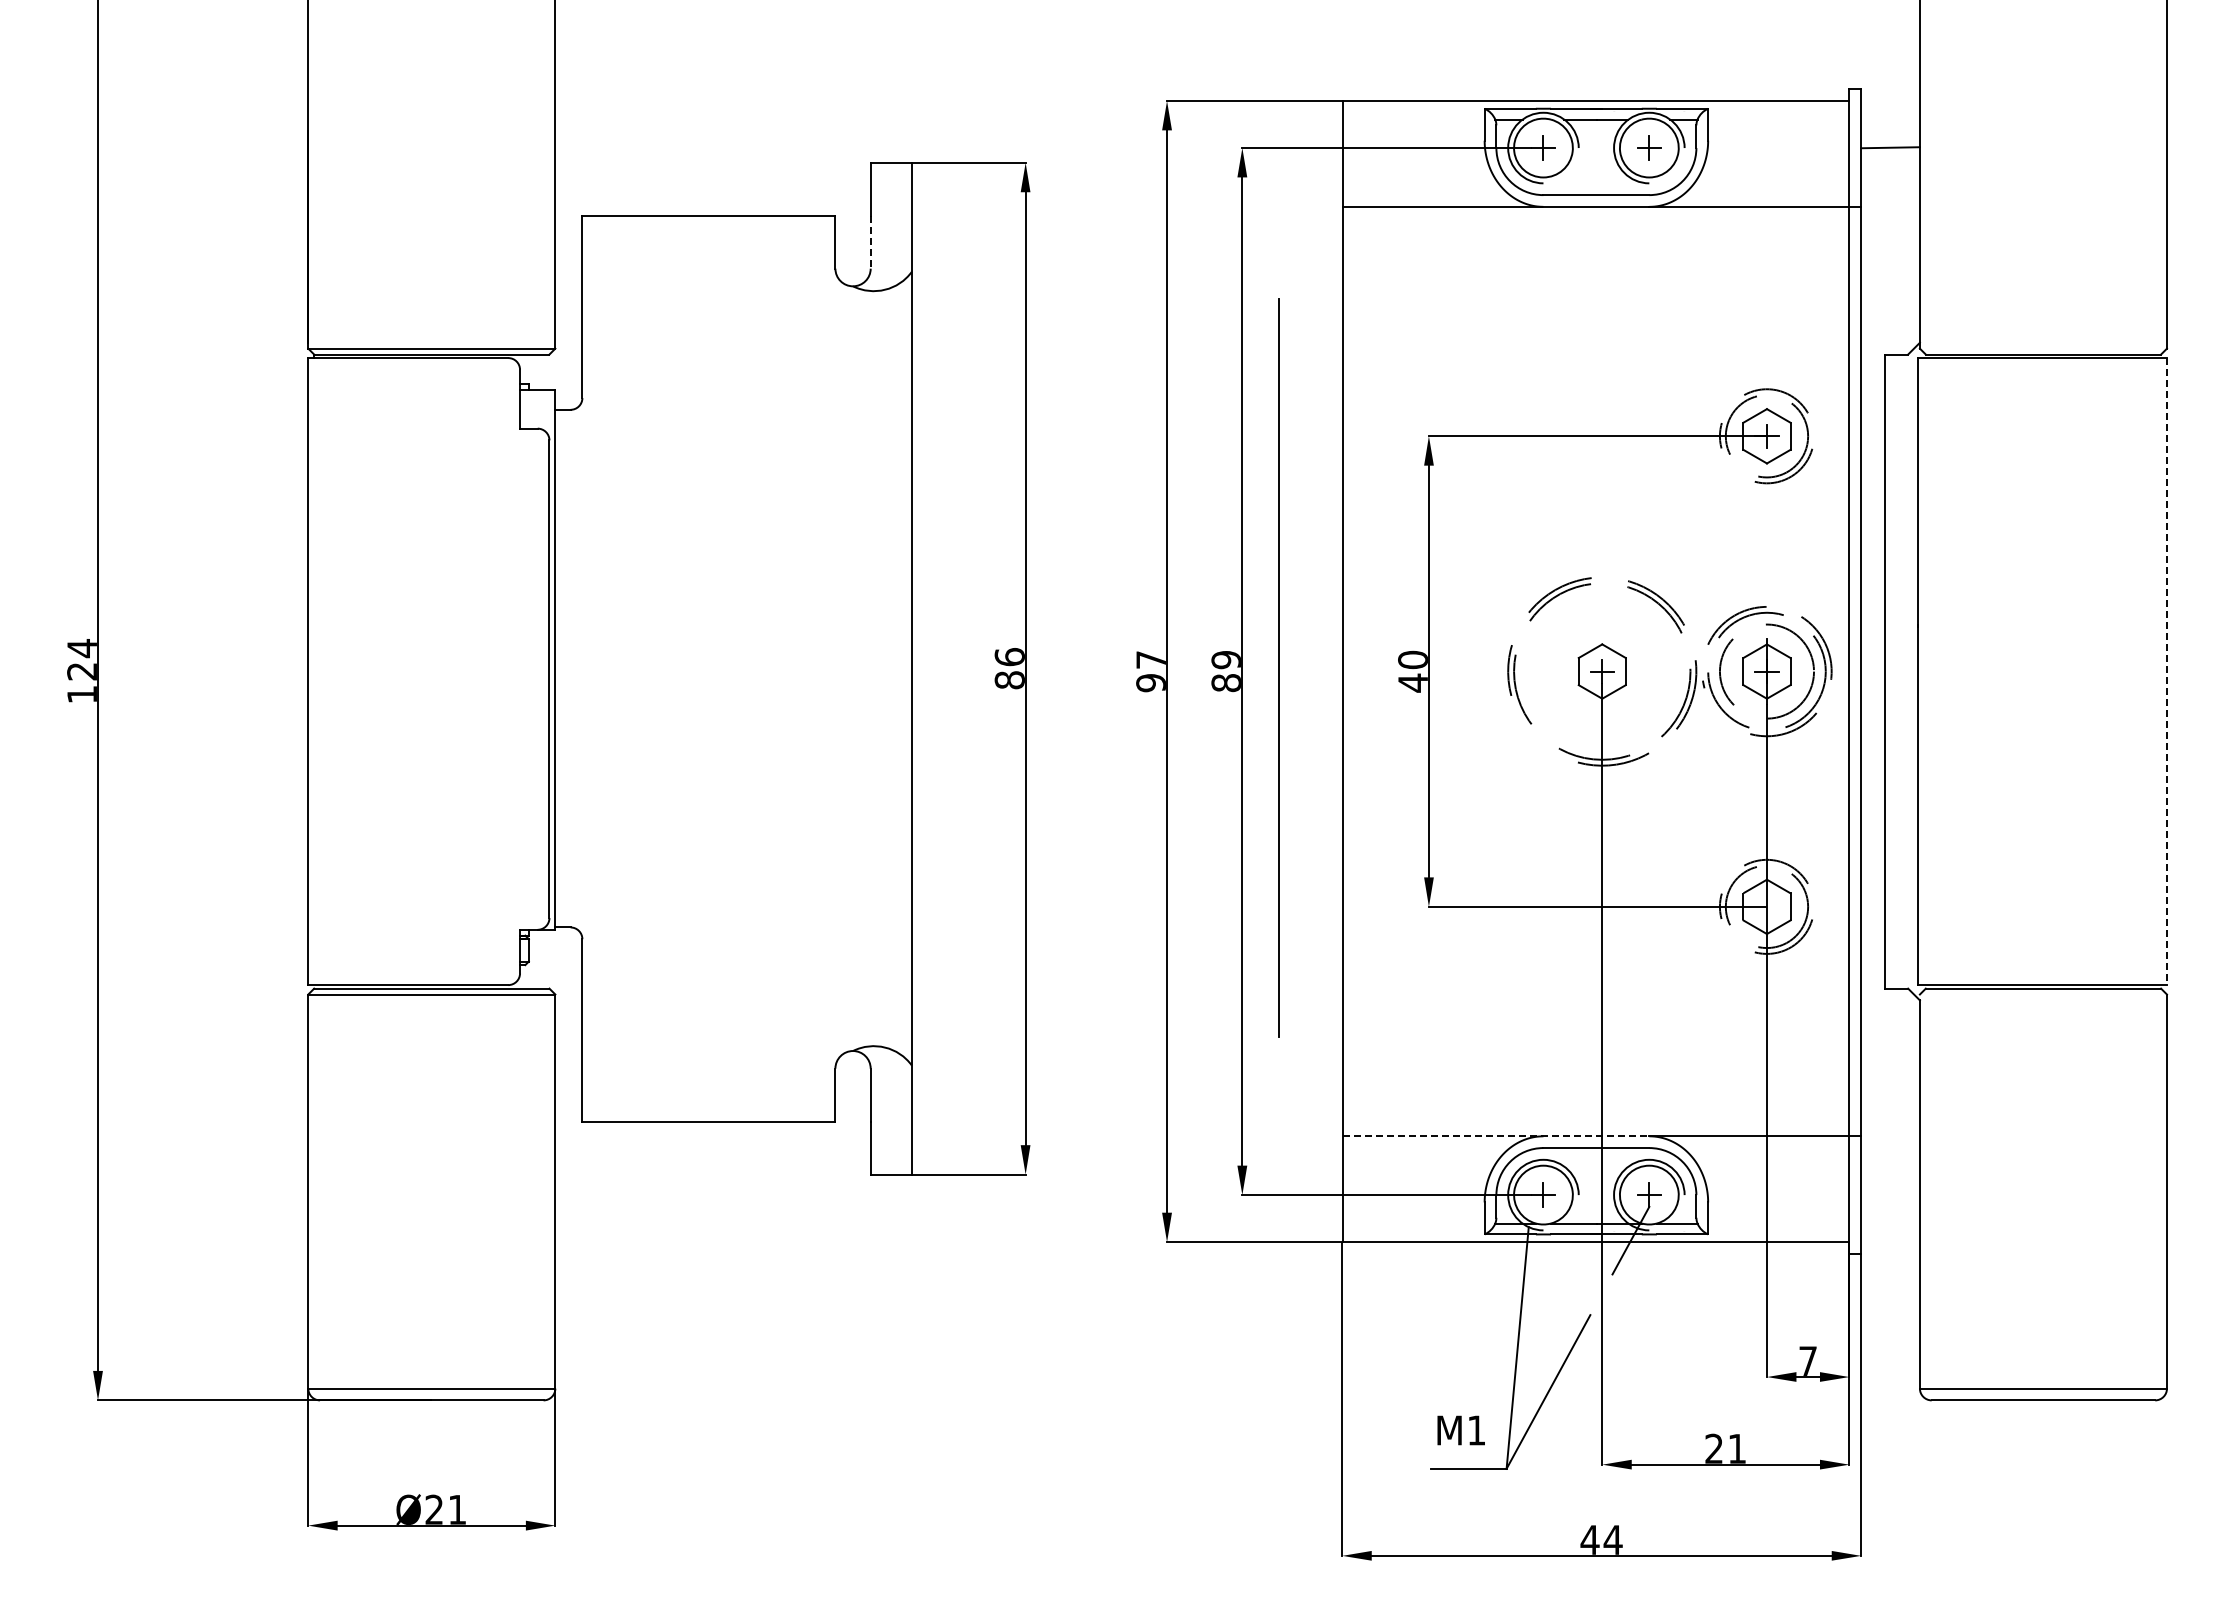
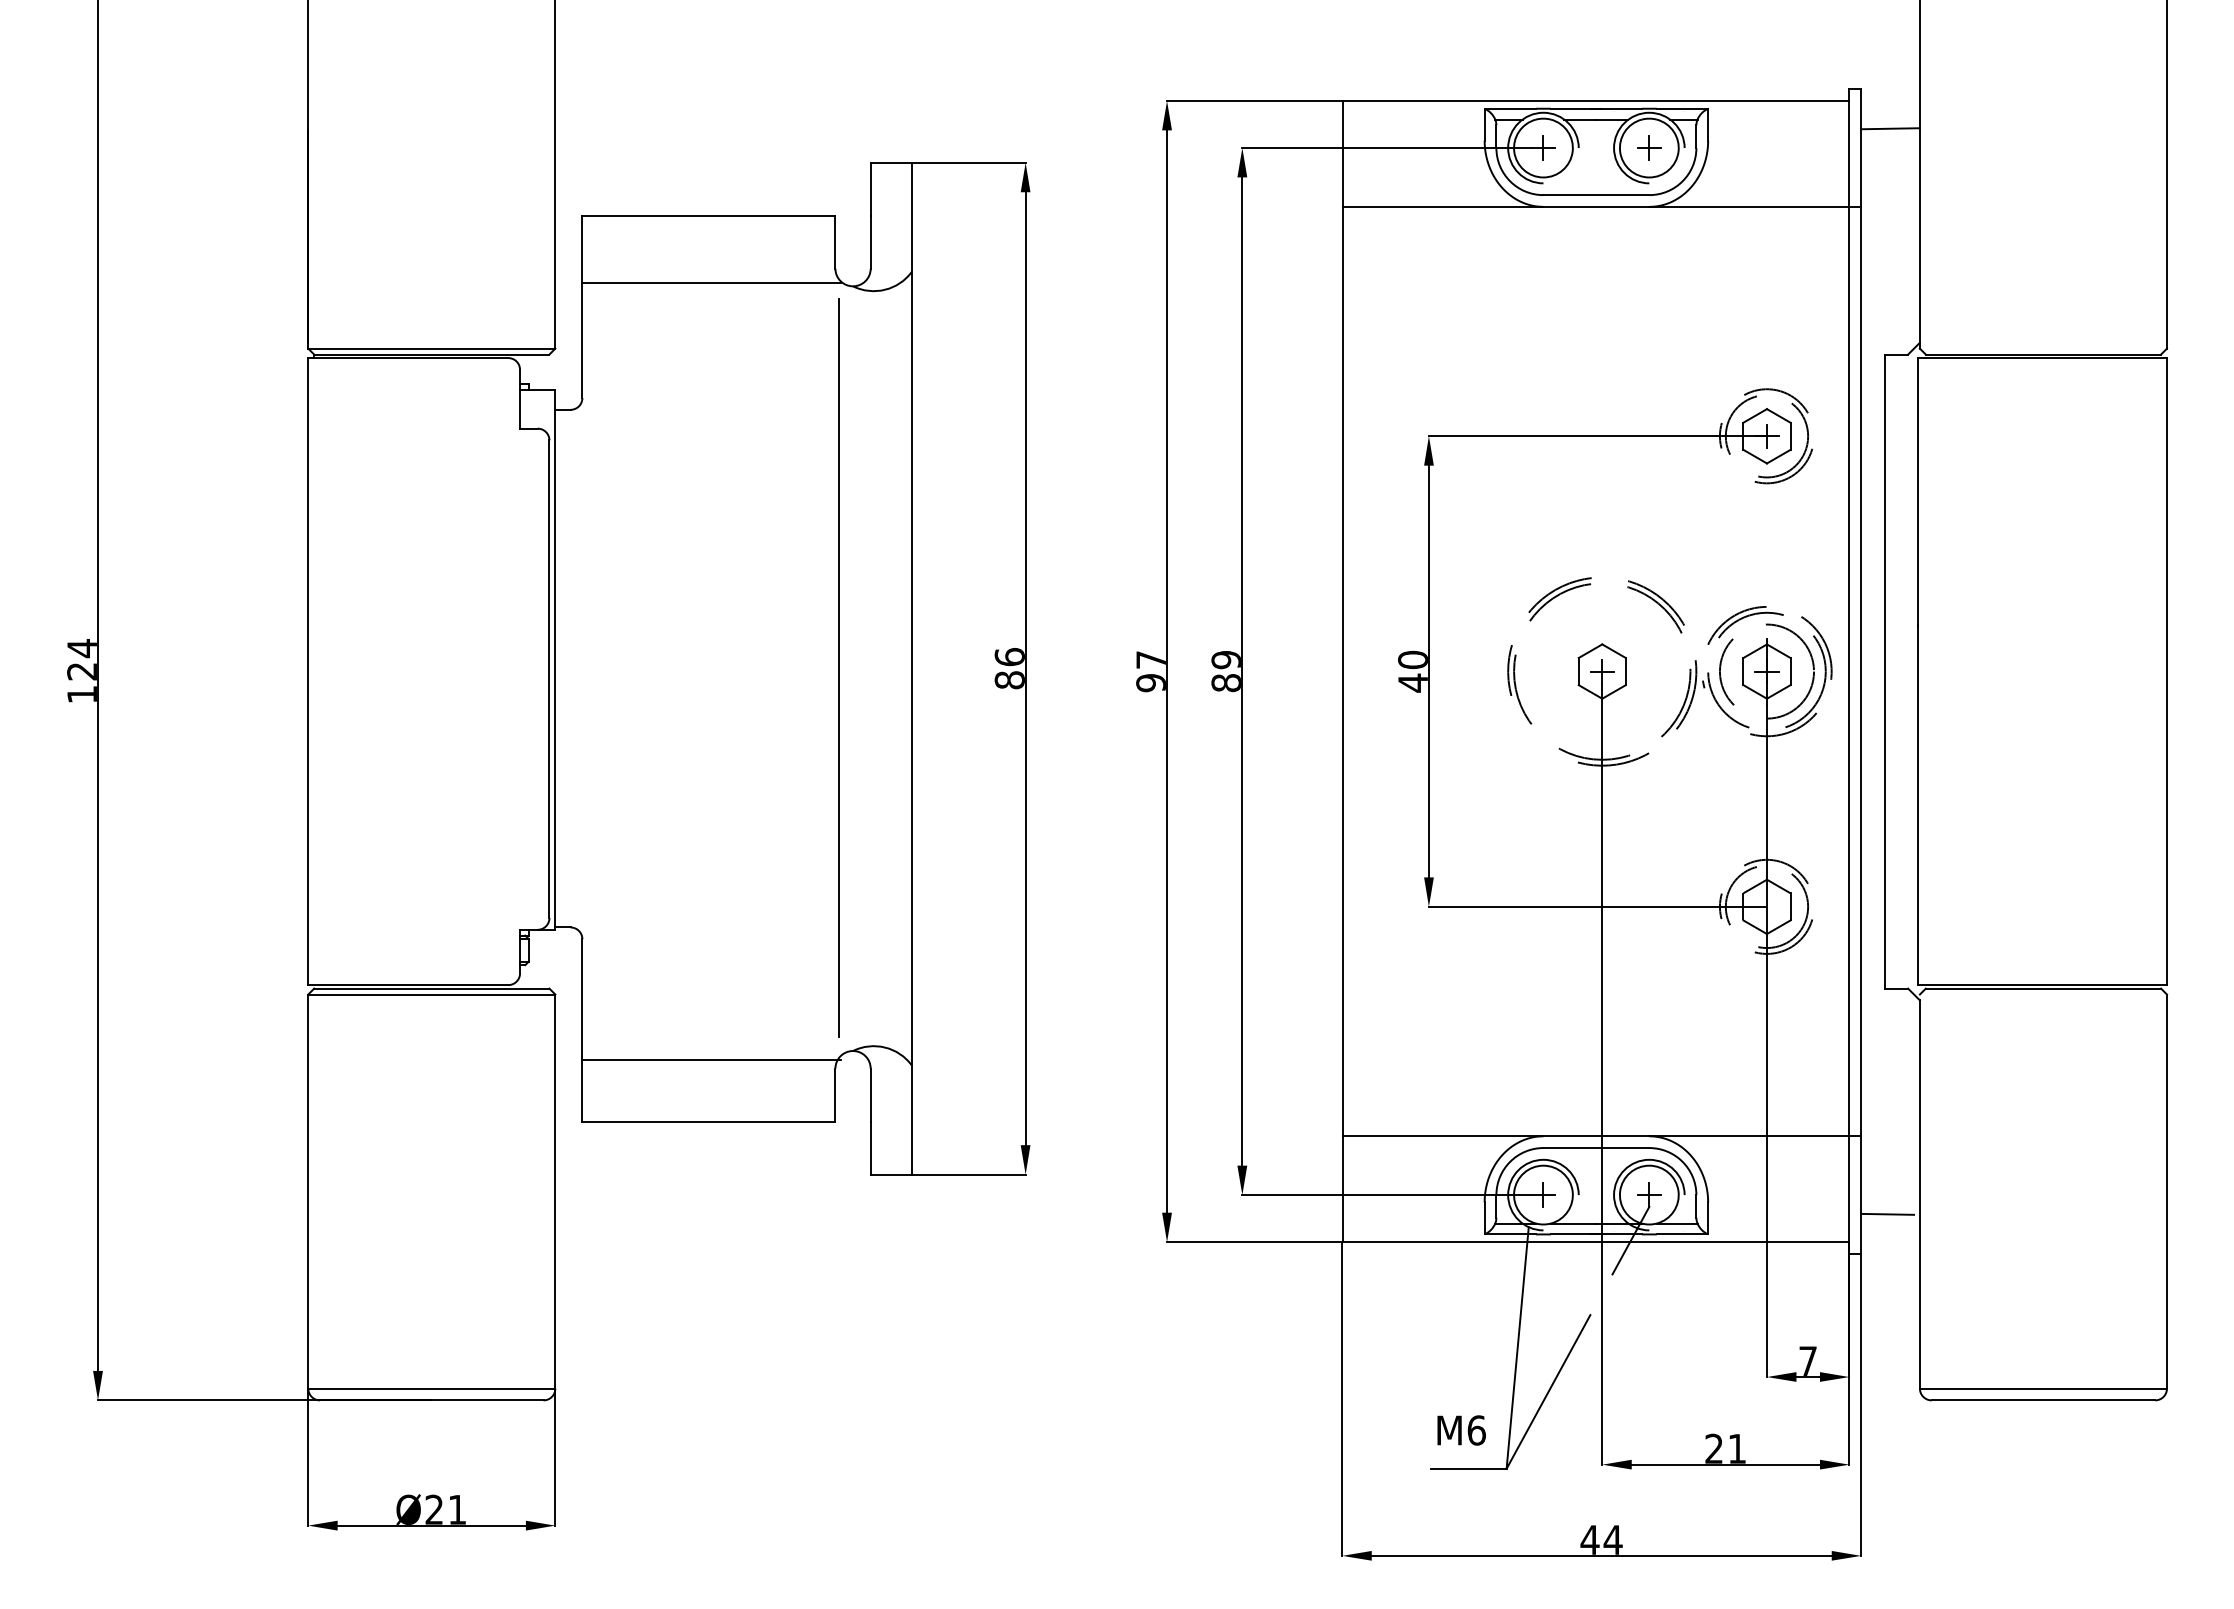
line at (1890, 147) position: (1890, 147) -> (1890, 128)
line at (870, 242): dashed -> solid
line at (711, 283): none -> present
line at (1278, 667) position: (1278, 667) -> (838, 667)
line at (2166, 671): dashed -> solid
line at (711, 1059): none -> present
line at (1496, 1136): dashed -> solid
line at (1887, 1213): none -> present
text at (1476, 1430): M1 -> M6
